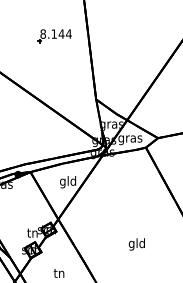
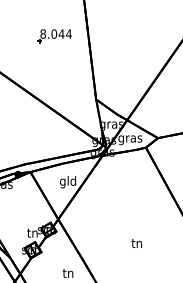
text at (54, 33): 8.144 -> 8.044
text at (136, 244): gld -> tn
text at (58, 273) position: (58, 273) -> (67, 273)
